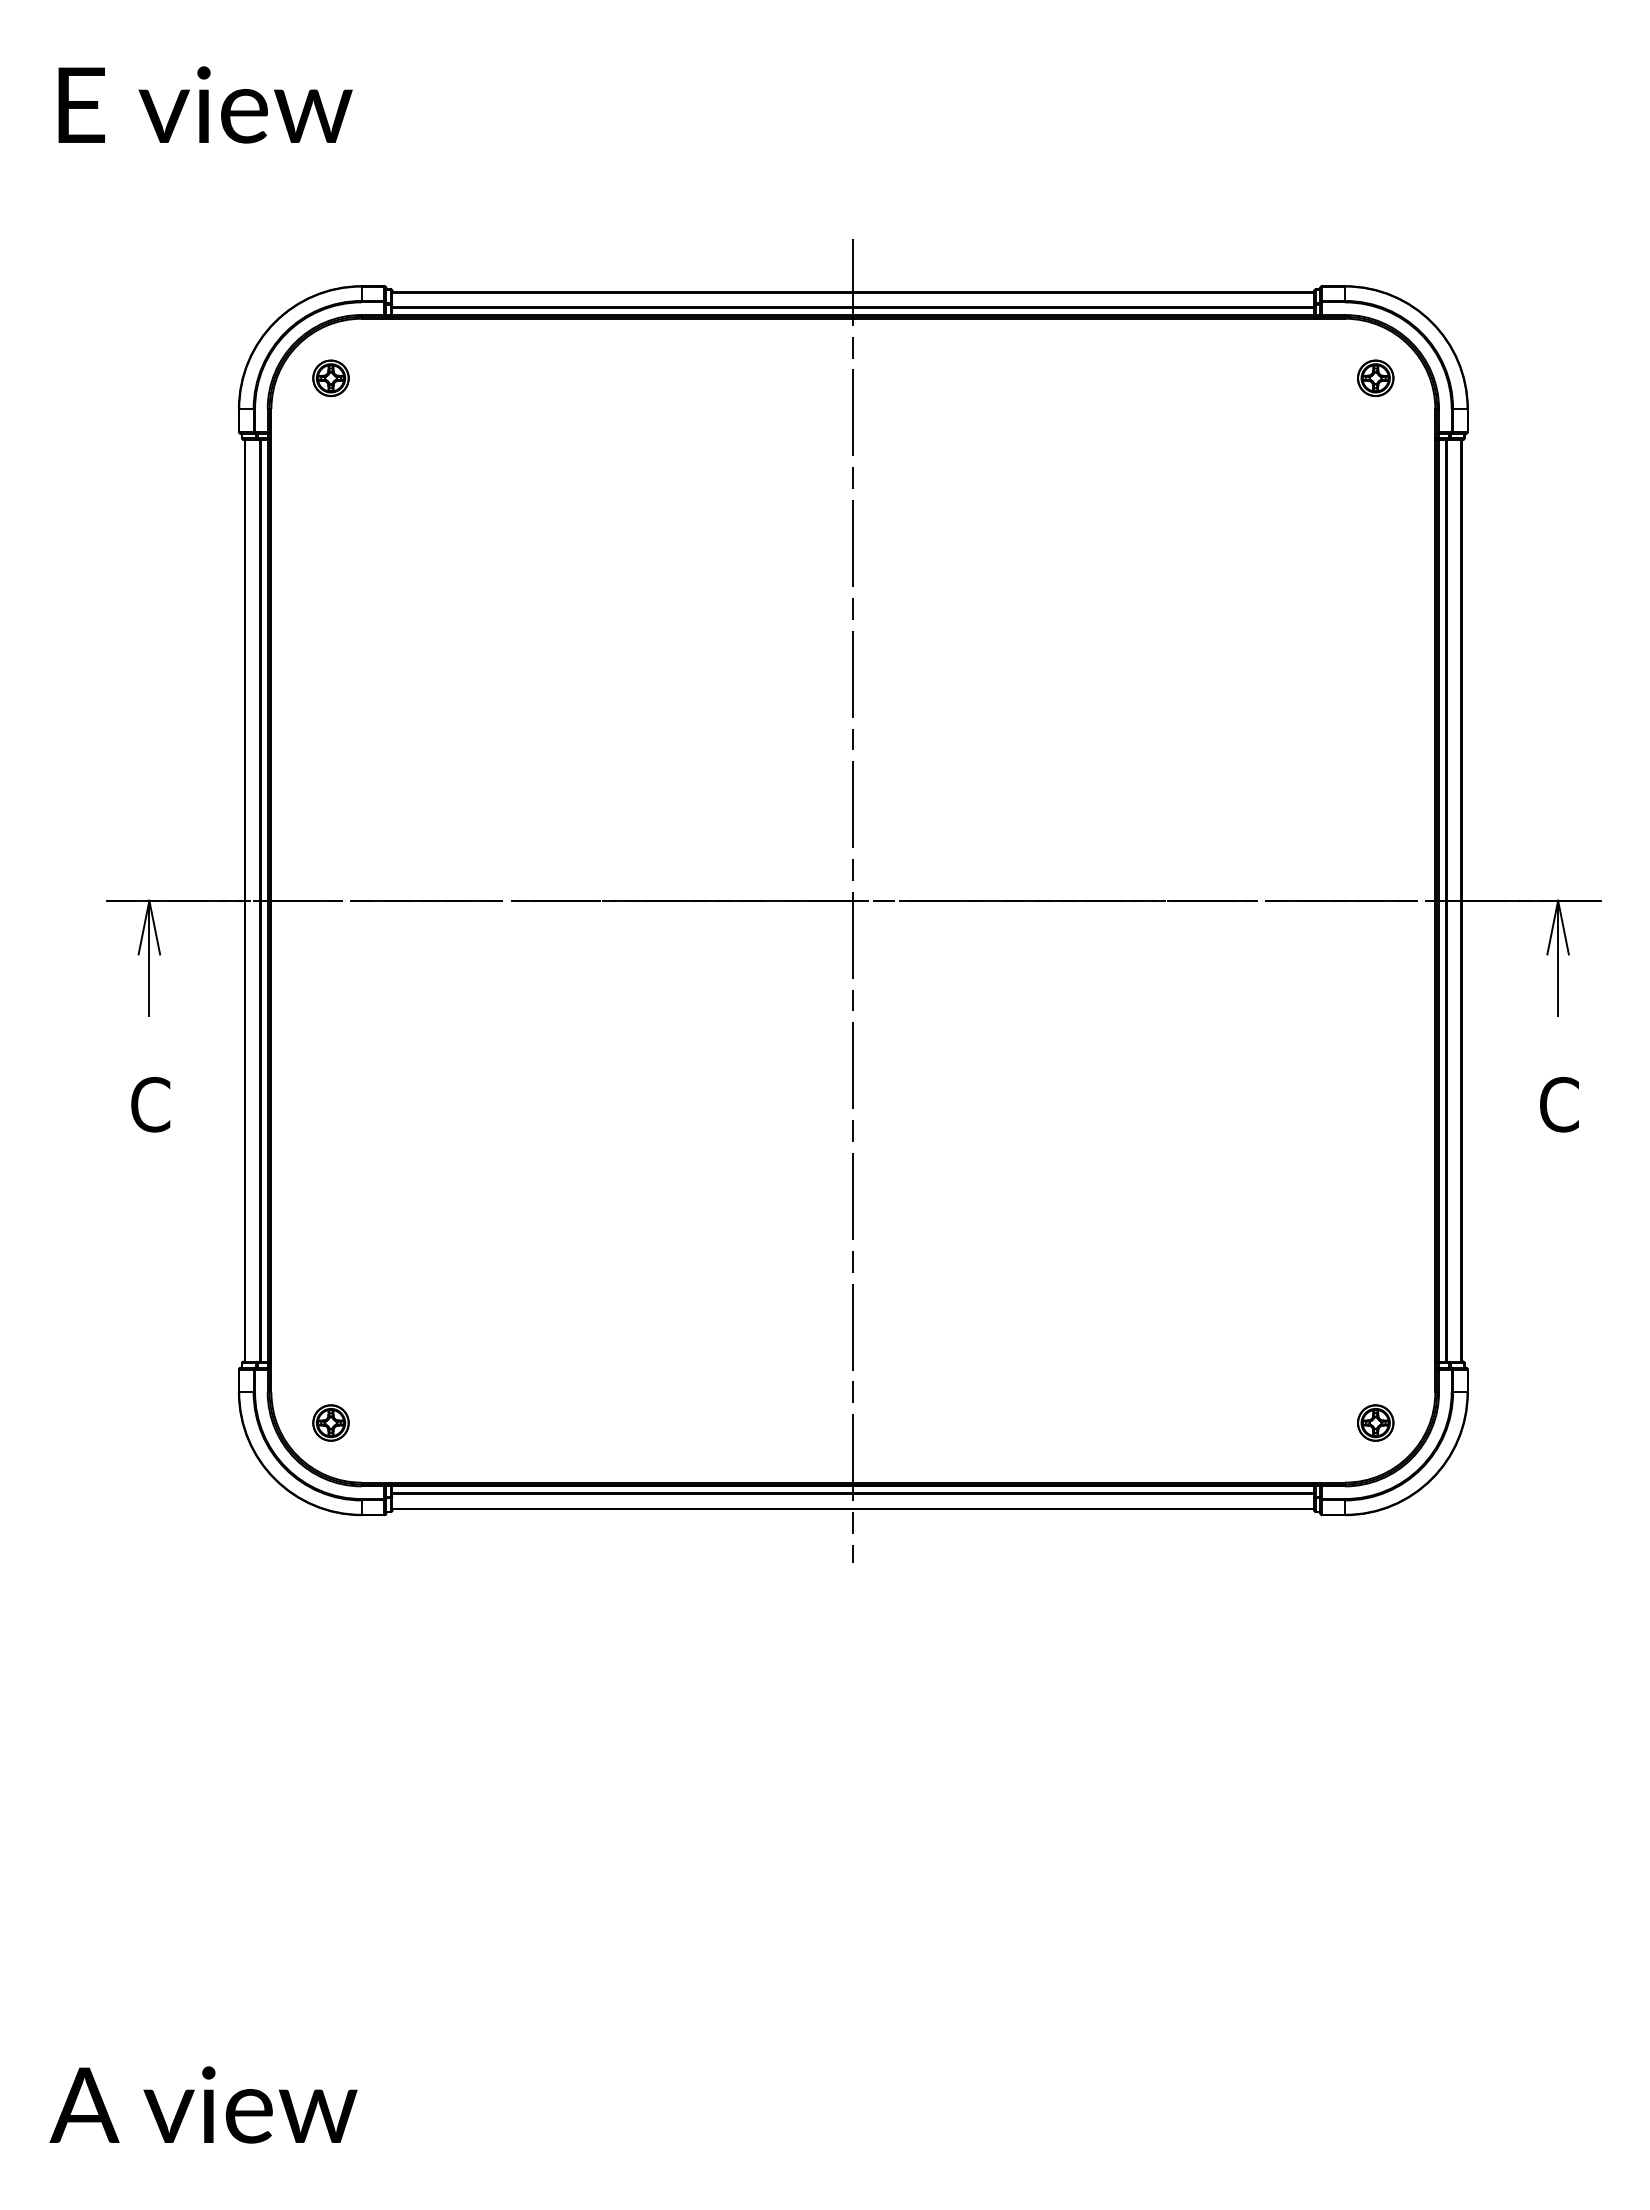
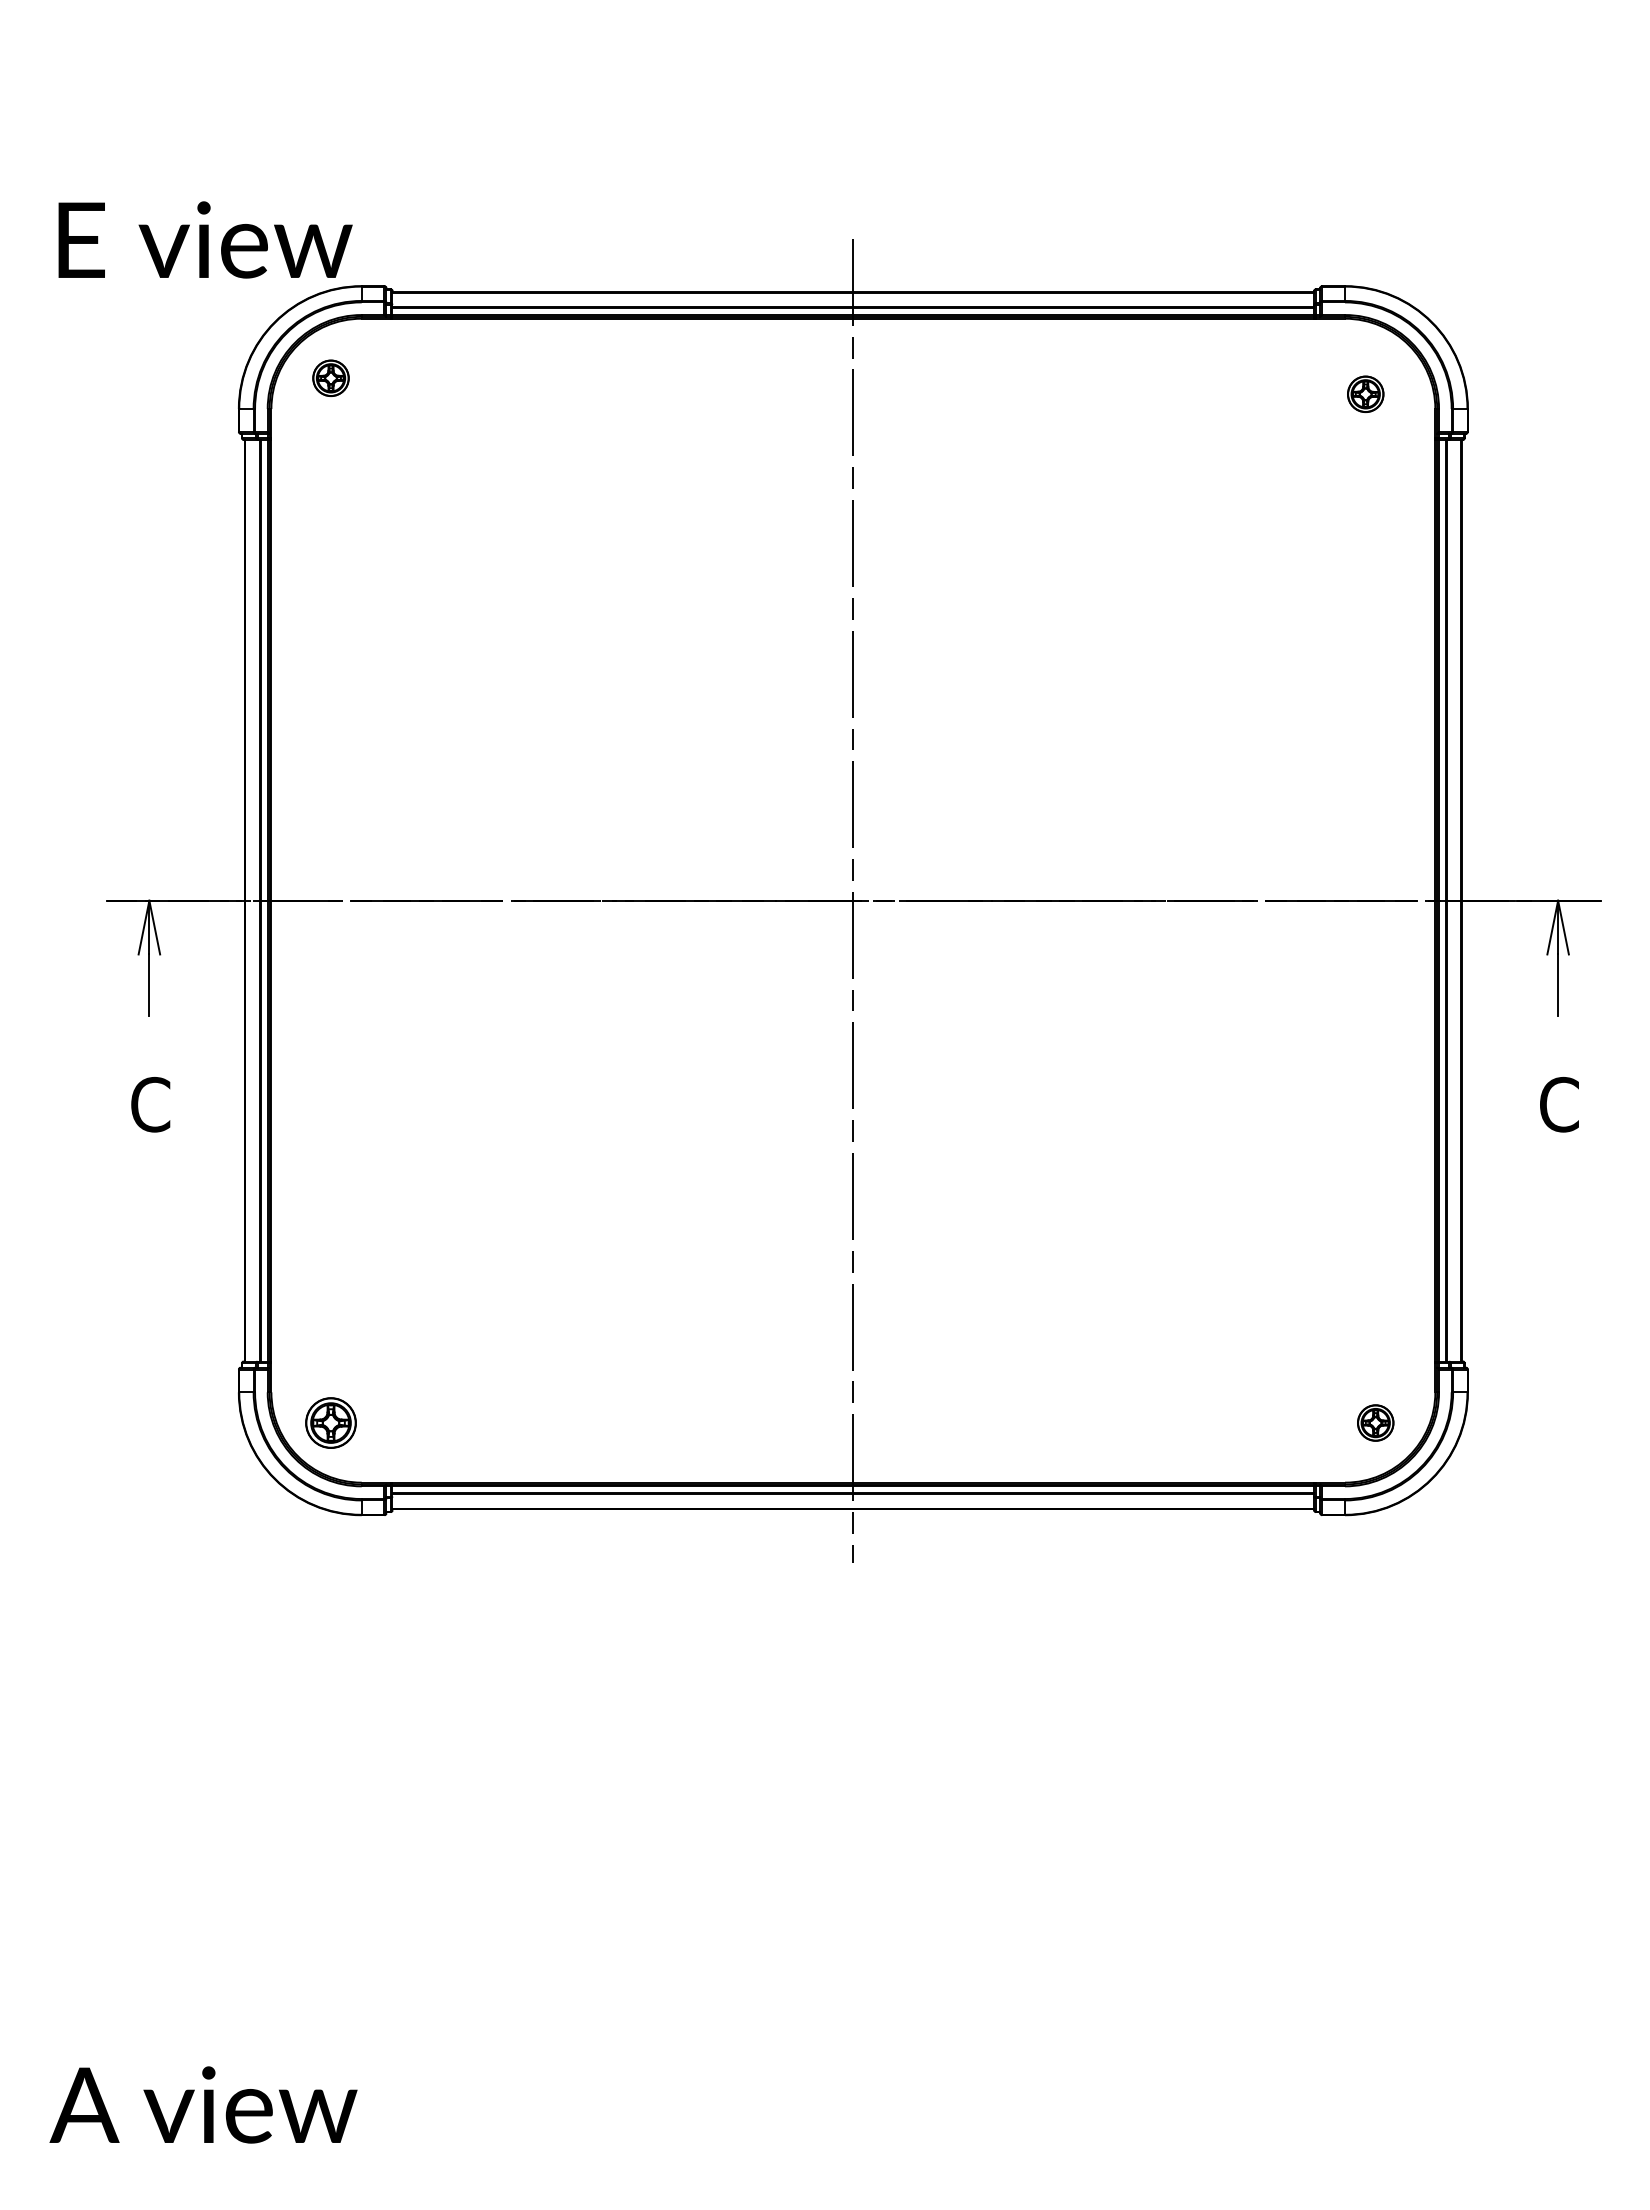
text at (205, 104) position: (205, 104) -> (205, 239)
part at (1375, 377) position: (1375, 377) -> (1365, 393)
part at (330, 1422) size: 38x38 px -> 52x52 px
